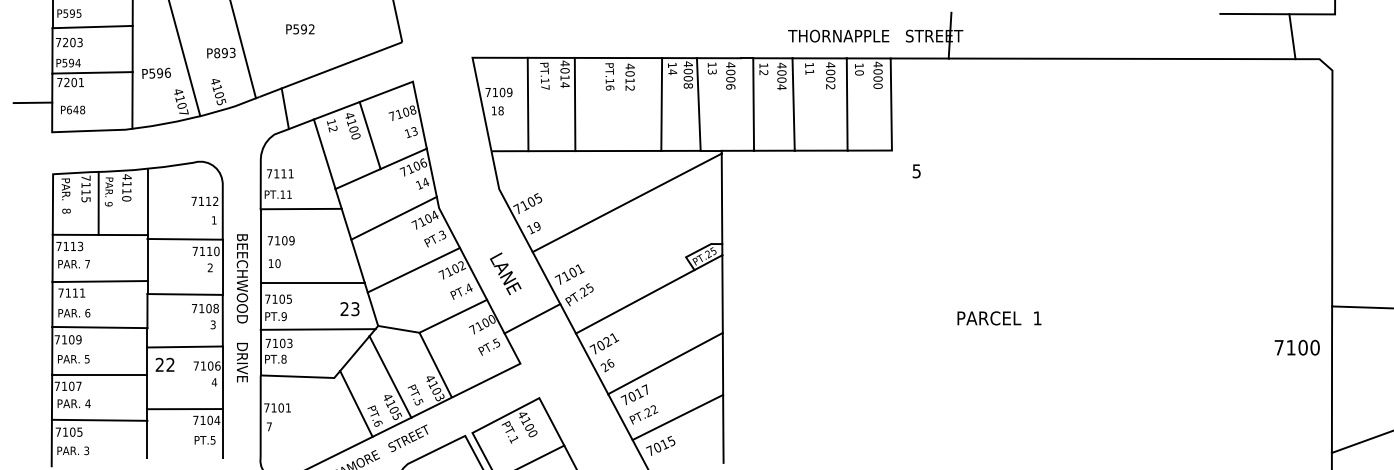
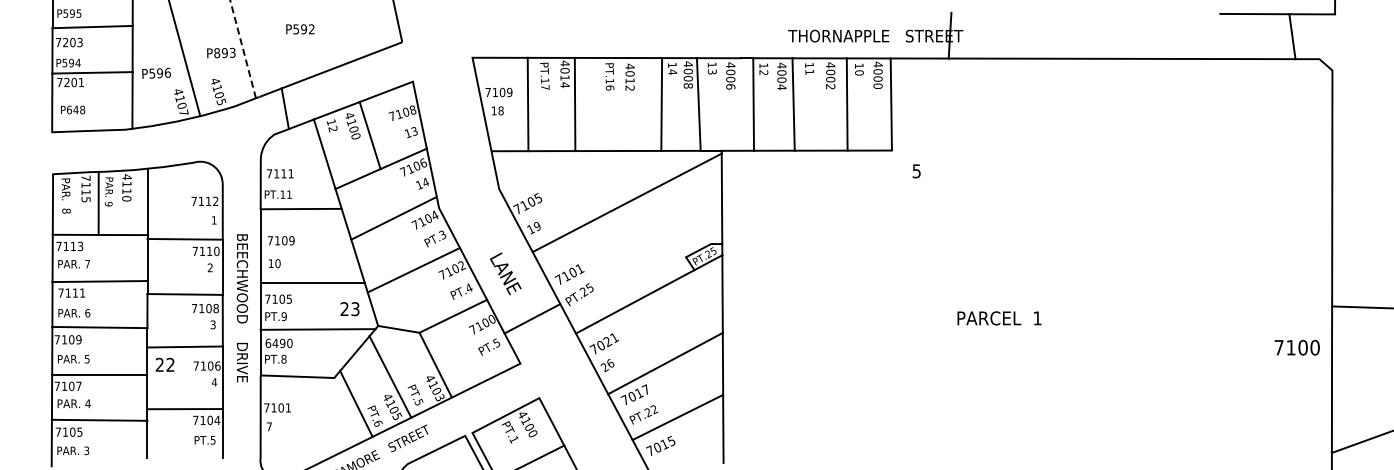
line at (243, 49): solid -> dashed
line at (32, 102): present -> none
text at (278, 343): 7103 -> 6490
